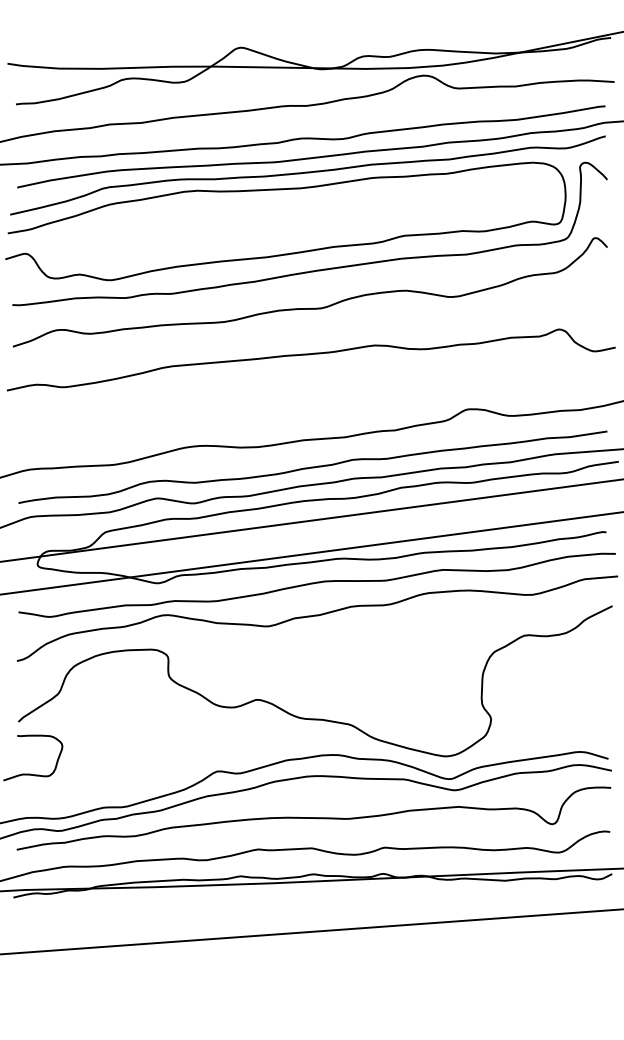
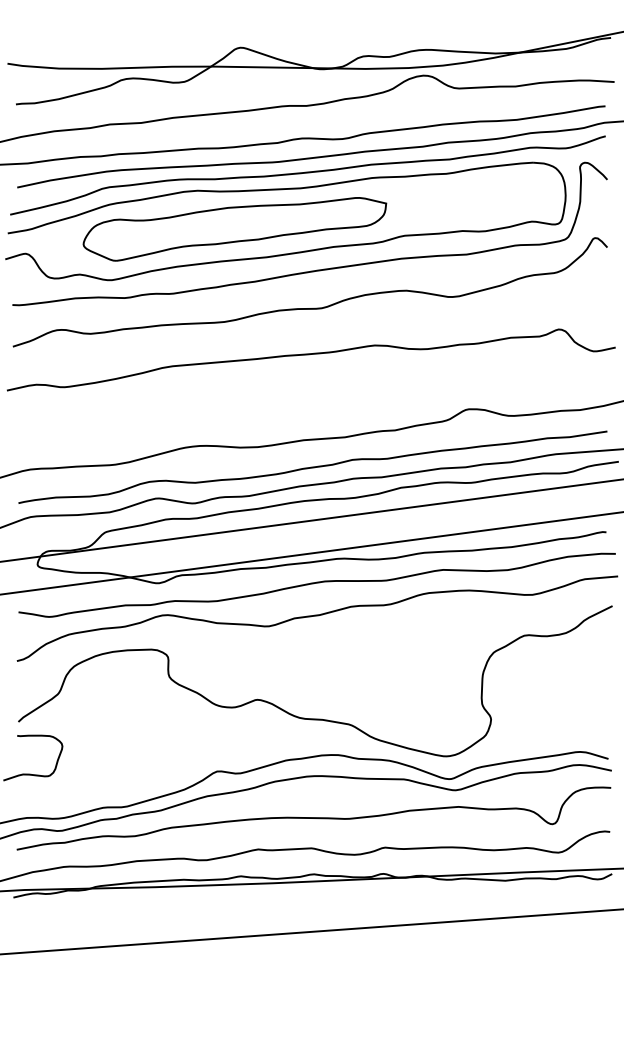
part at (234, 229): none -> present
